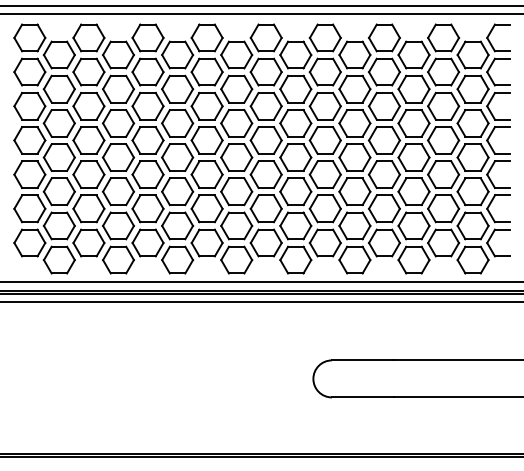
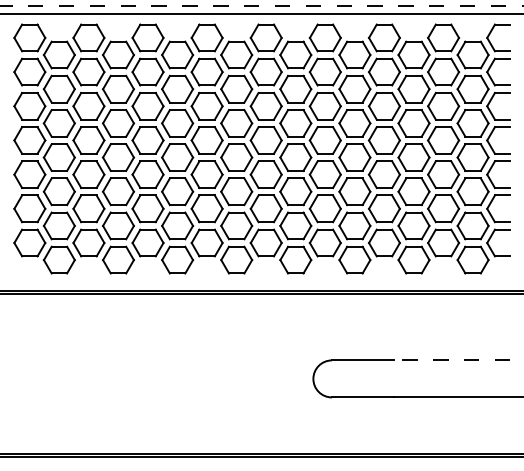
line at (261, 5): solid -> dashed
line at (261, 282): present -> none
line at (261, 302): present -> none
line at (458, 360): solid -> dashed
